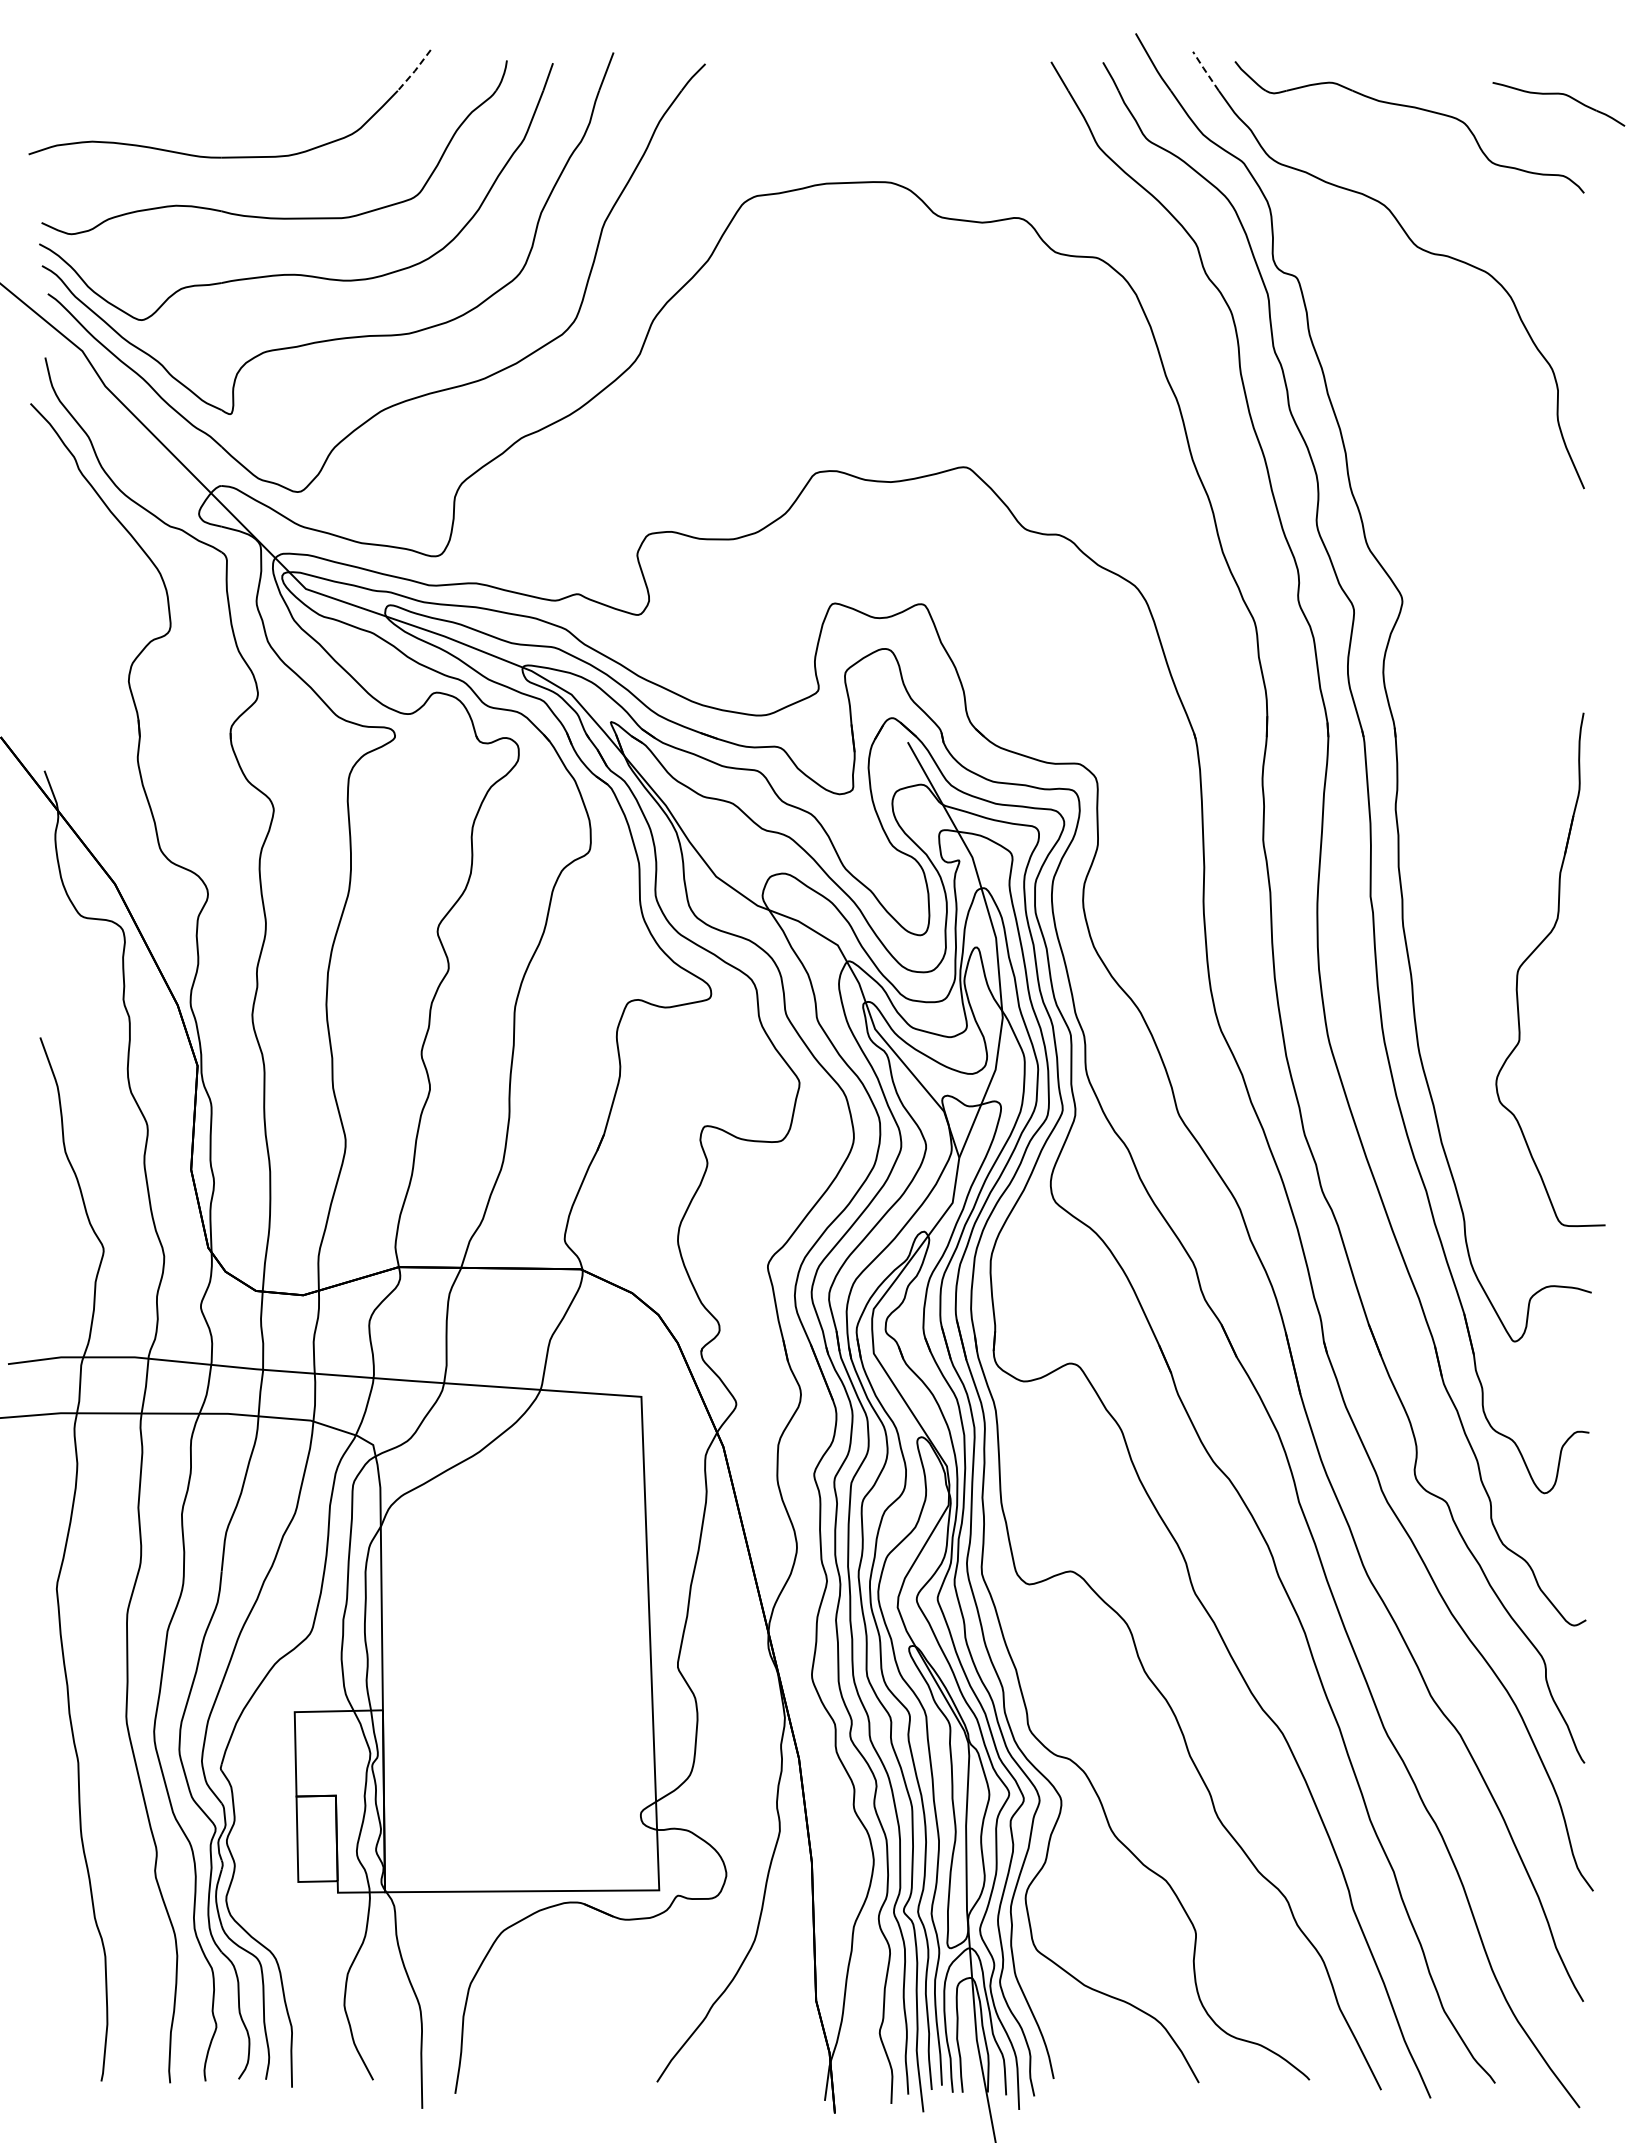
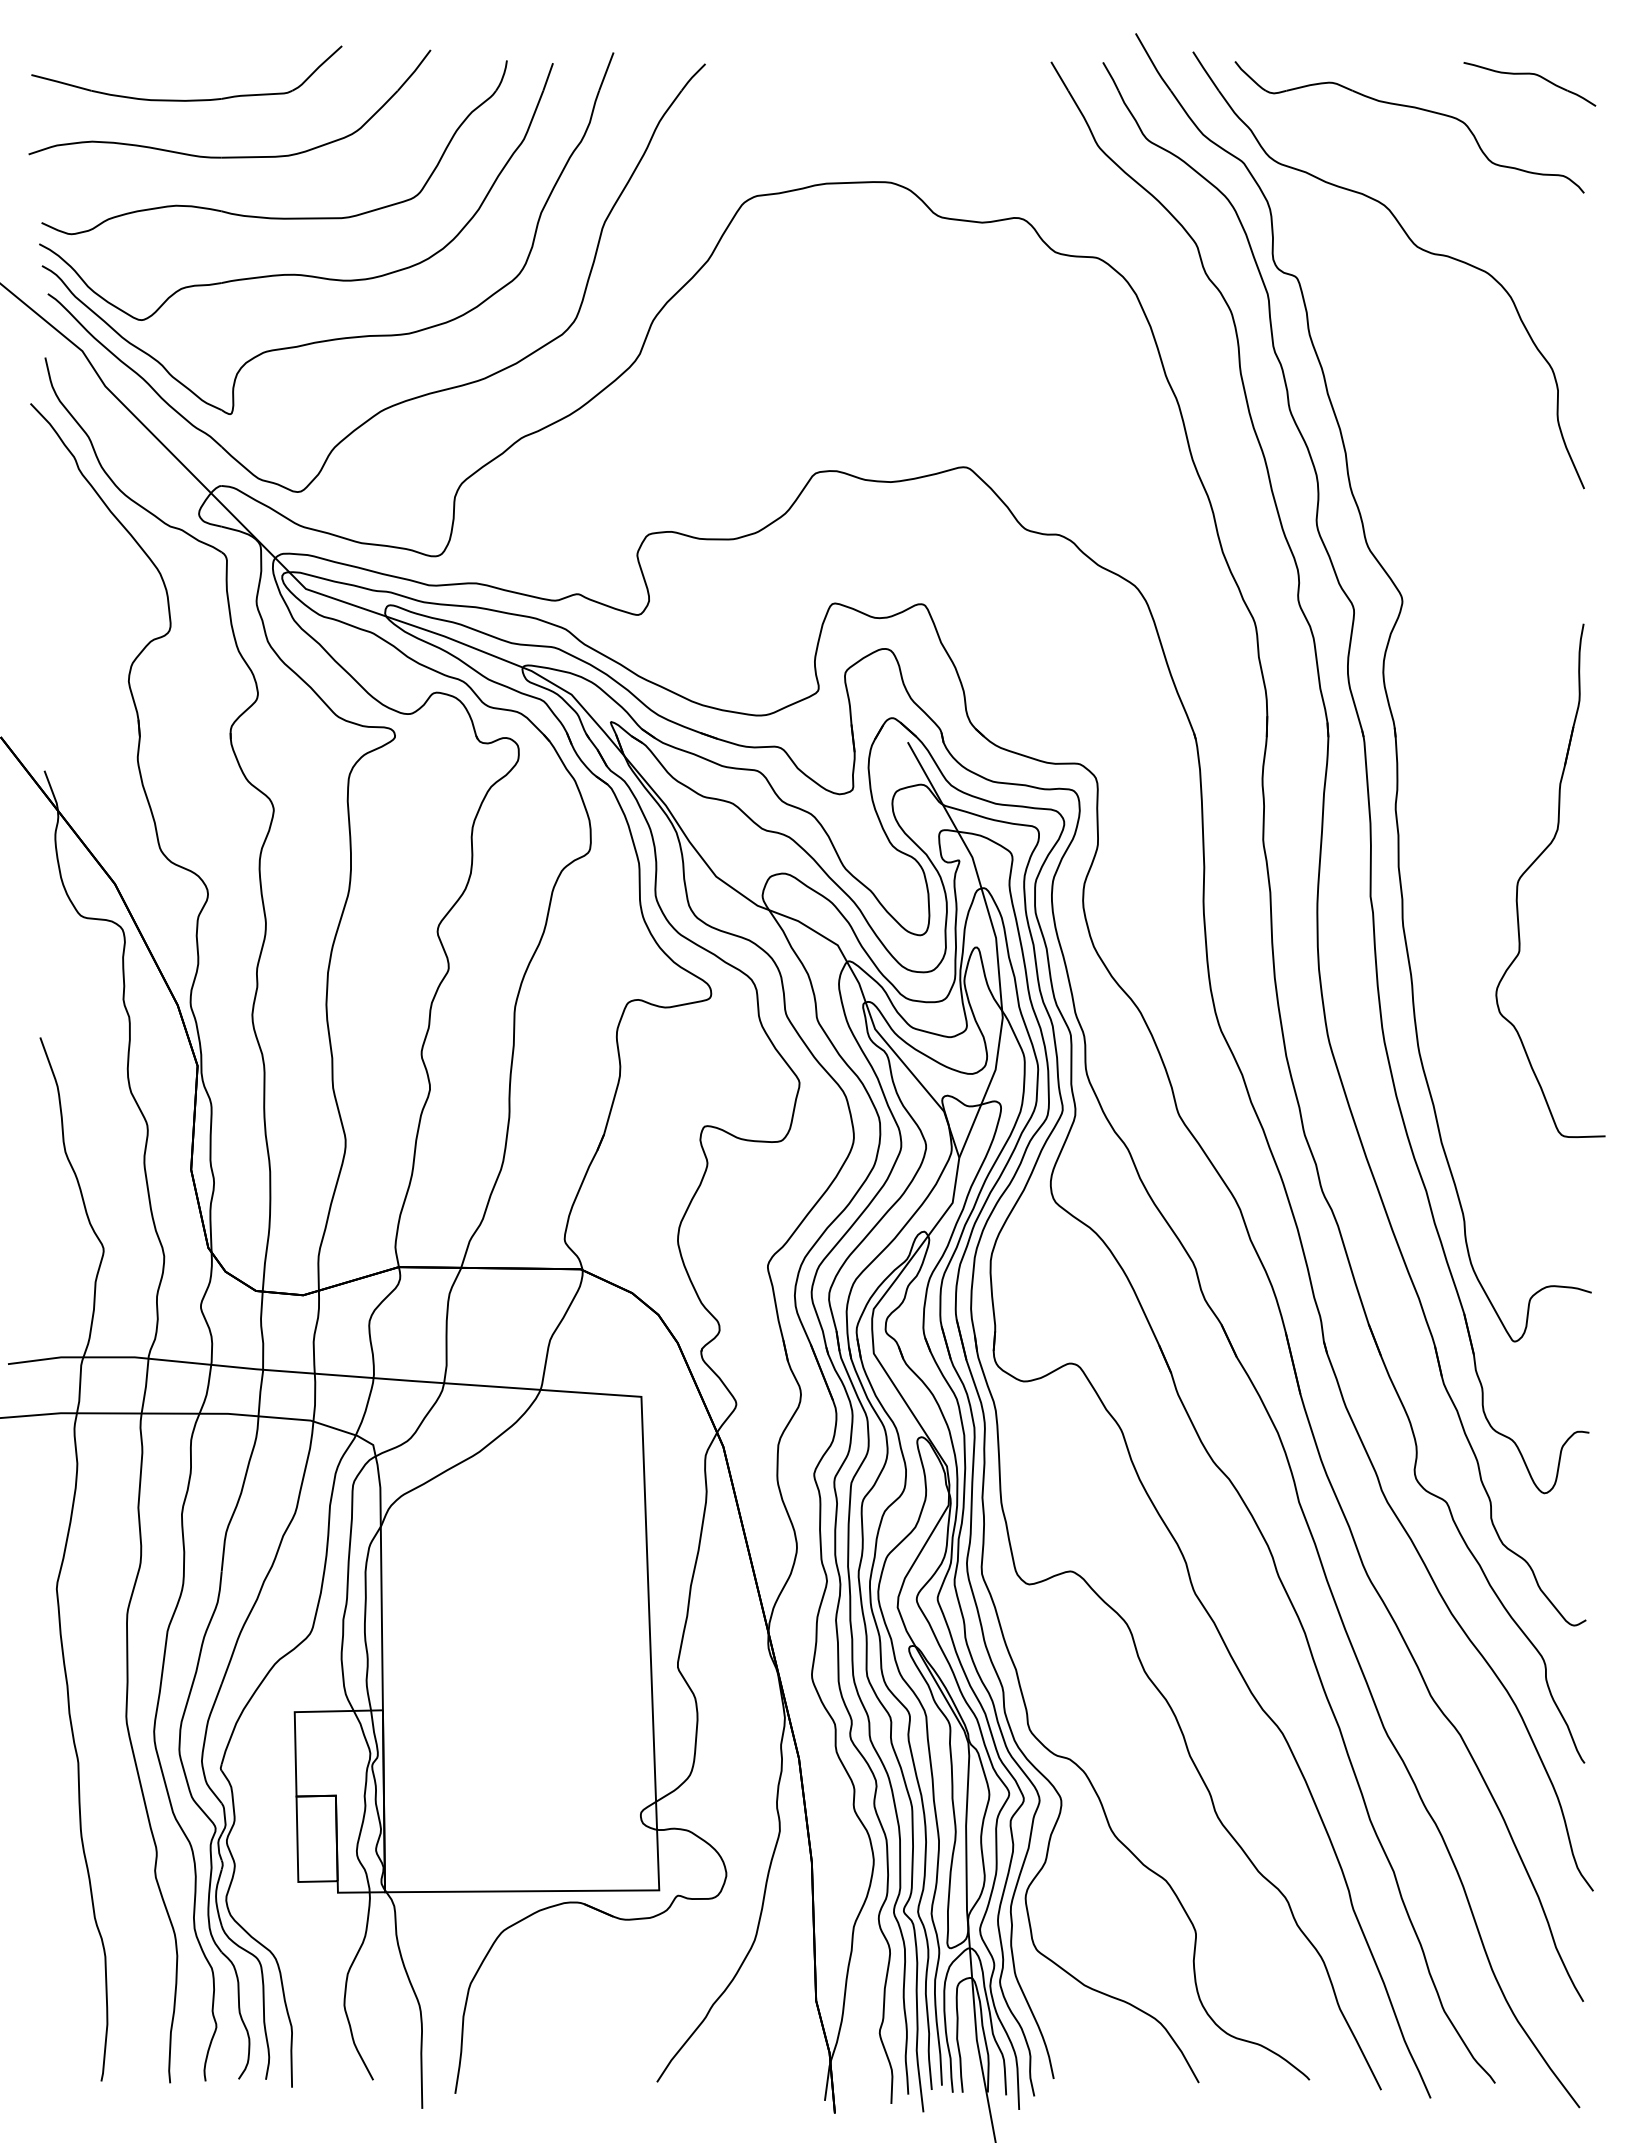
line at (1205, 70): dashed -> solid
line at (414, 71): dashed -> solid
part at (1558, 94) position: (1558, 94) -> (1529, 74)
part at (186, 99): none -> present
part at (1533, 953) position: (1533, 953) -> (1533, 864)
